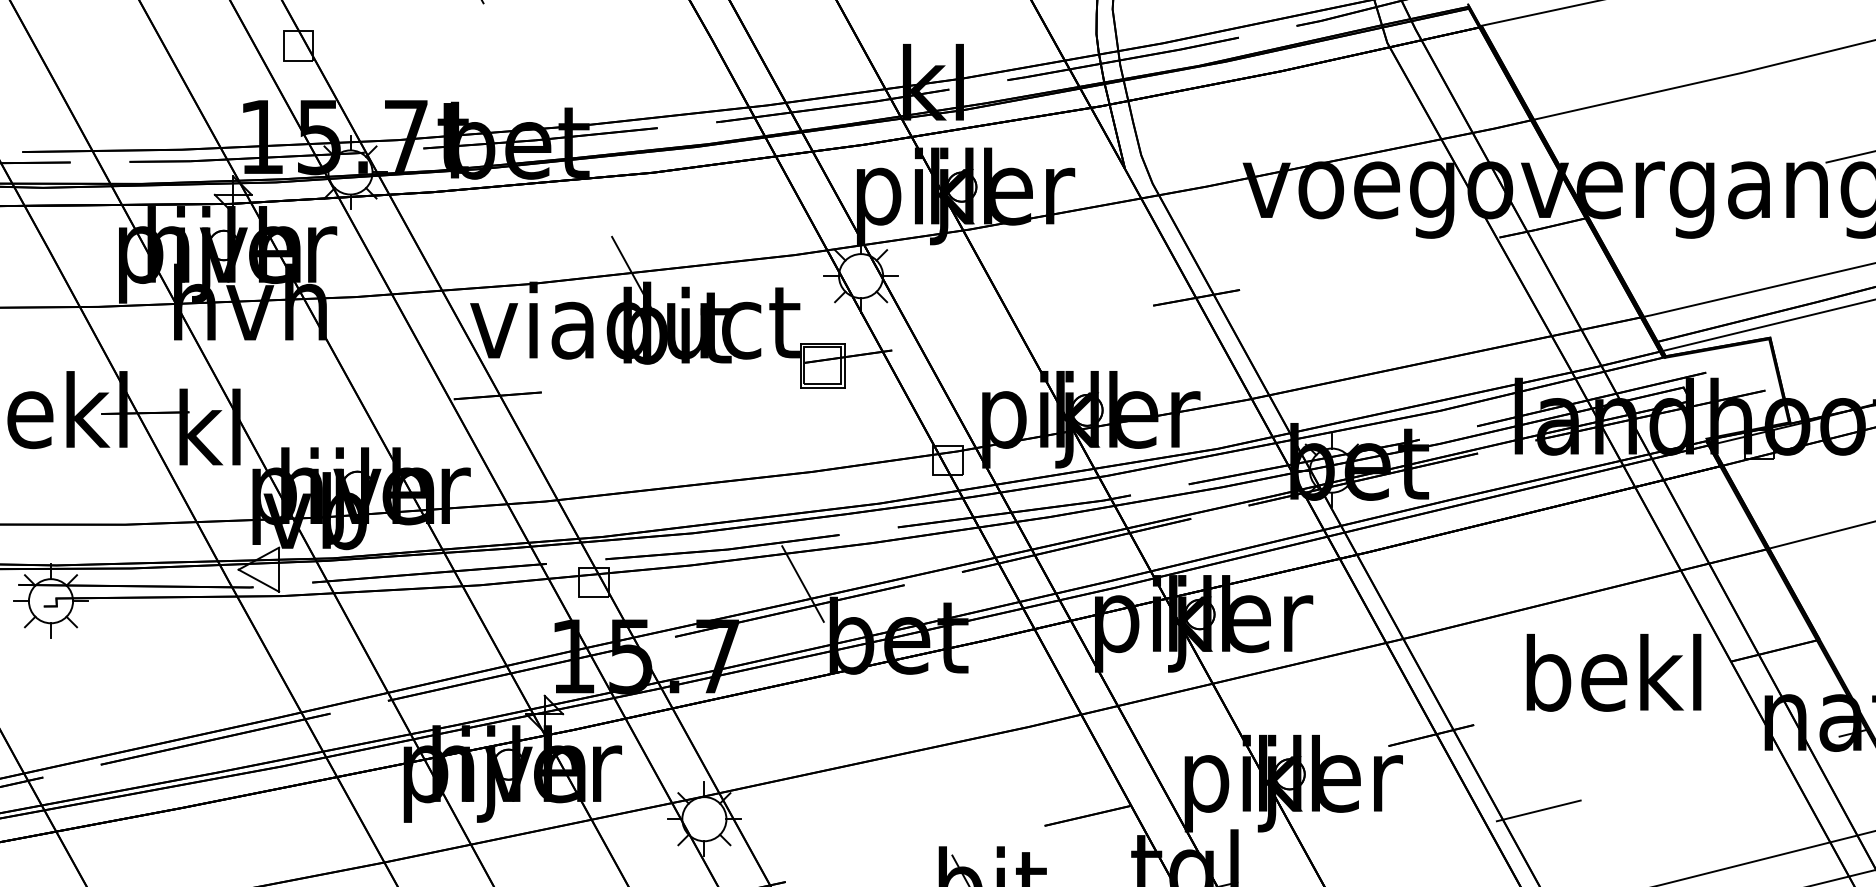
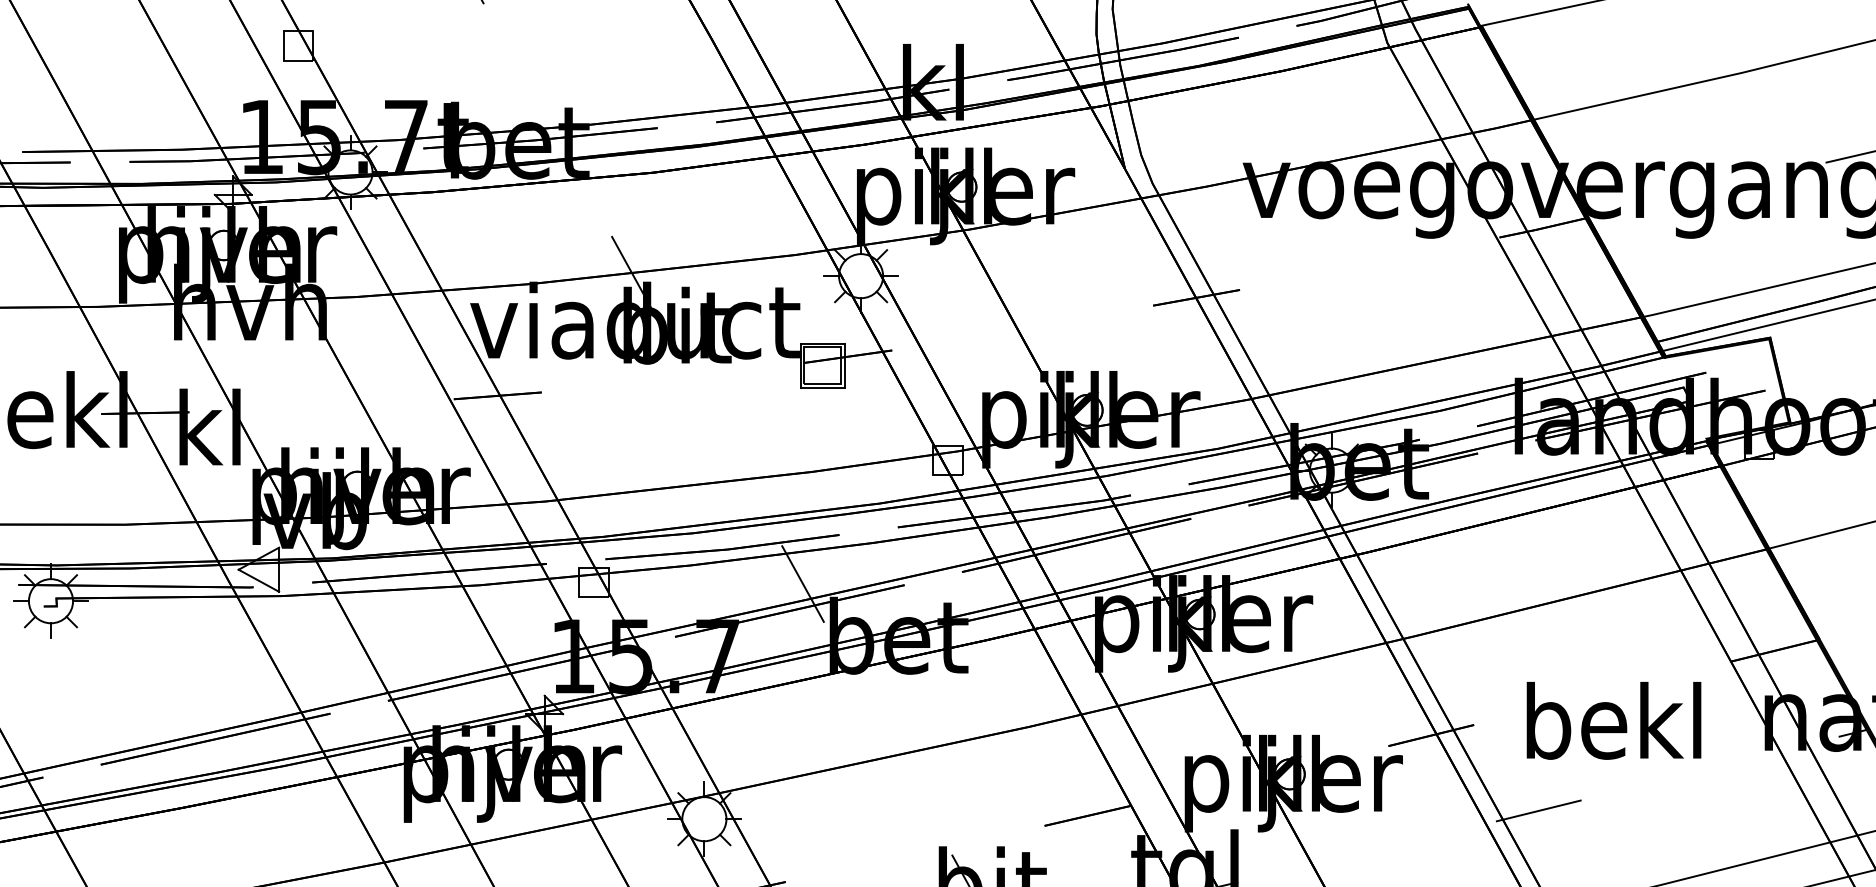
text at (1613, 672) position: (1613, 672) -> (1613, 720)
